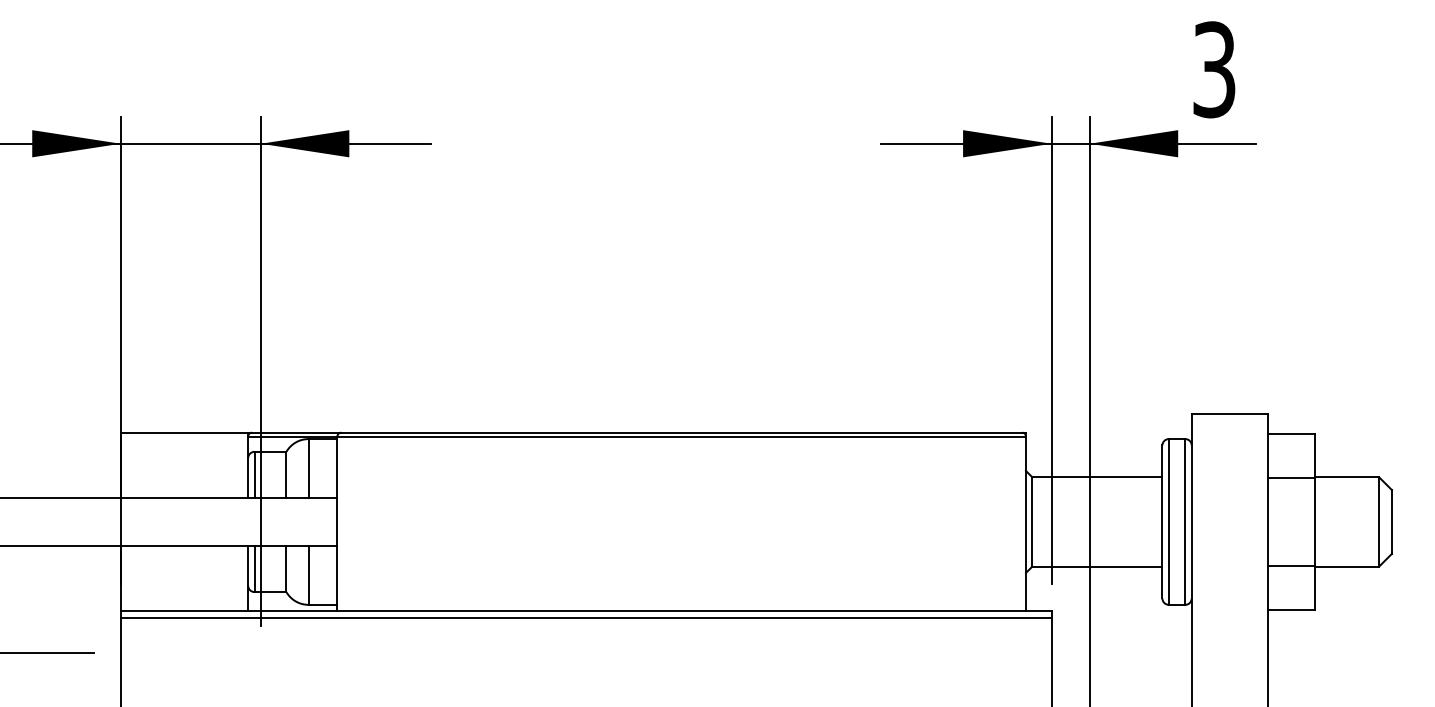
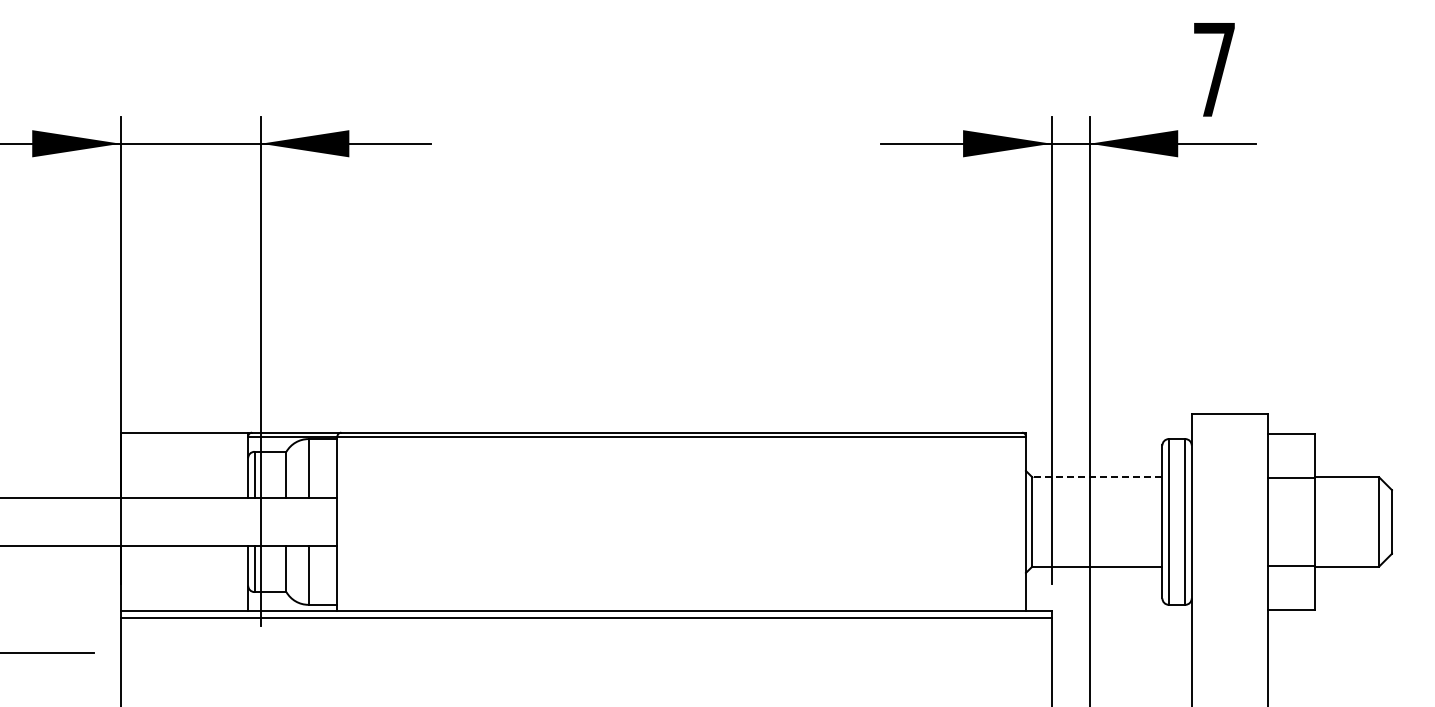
text at (1214, 69): 3 -> 7
line at (1096, 477): solid -> dashed
